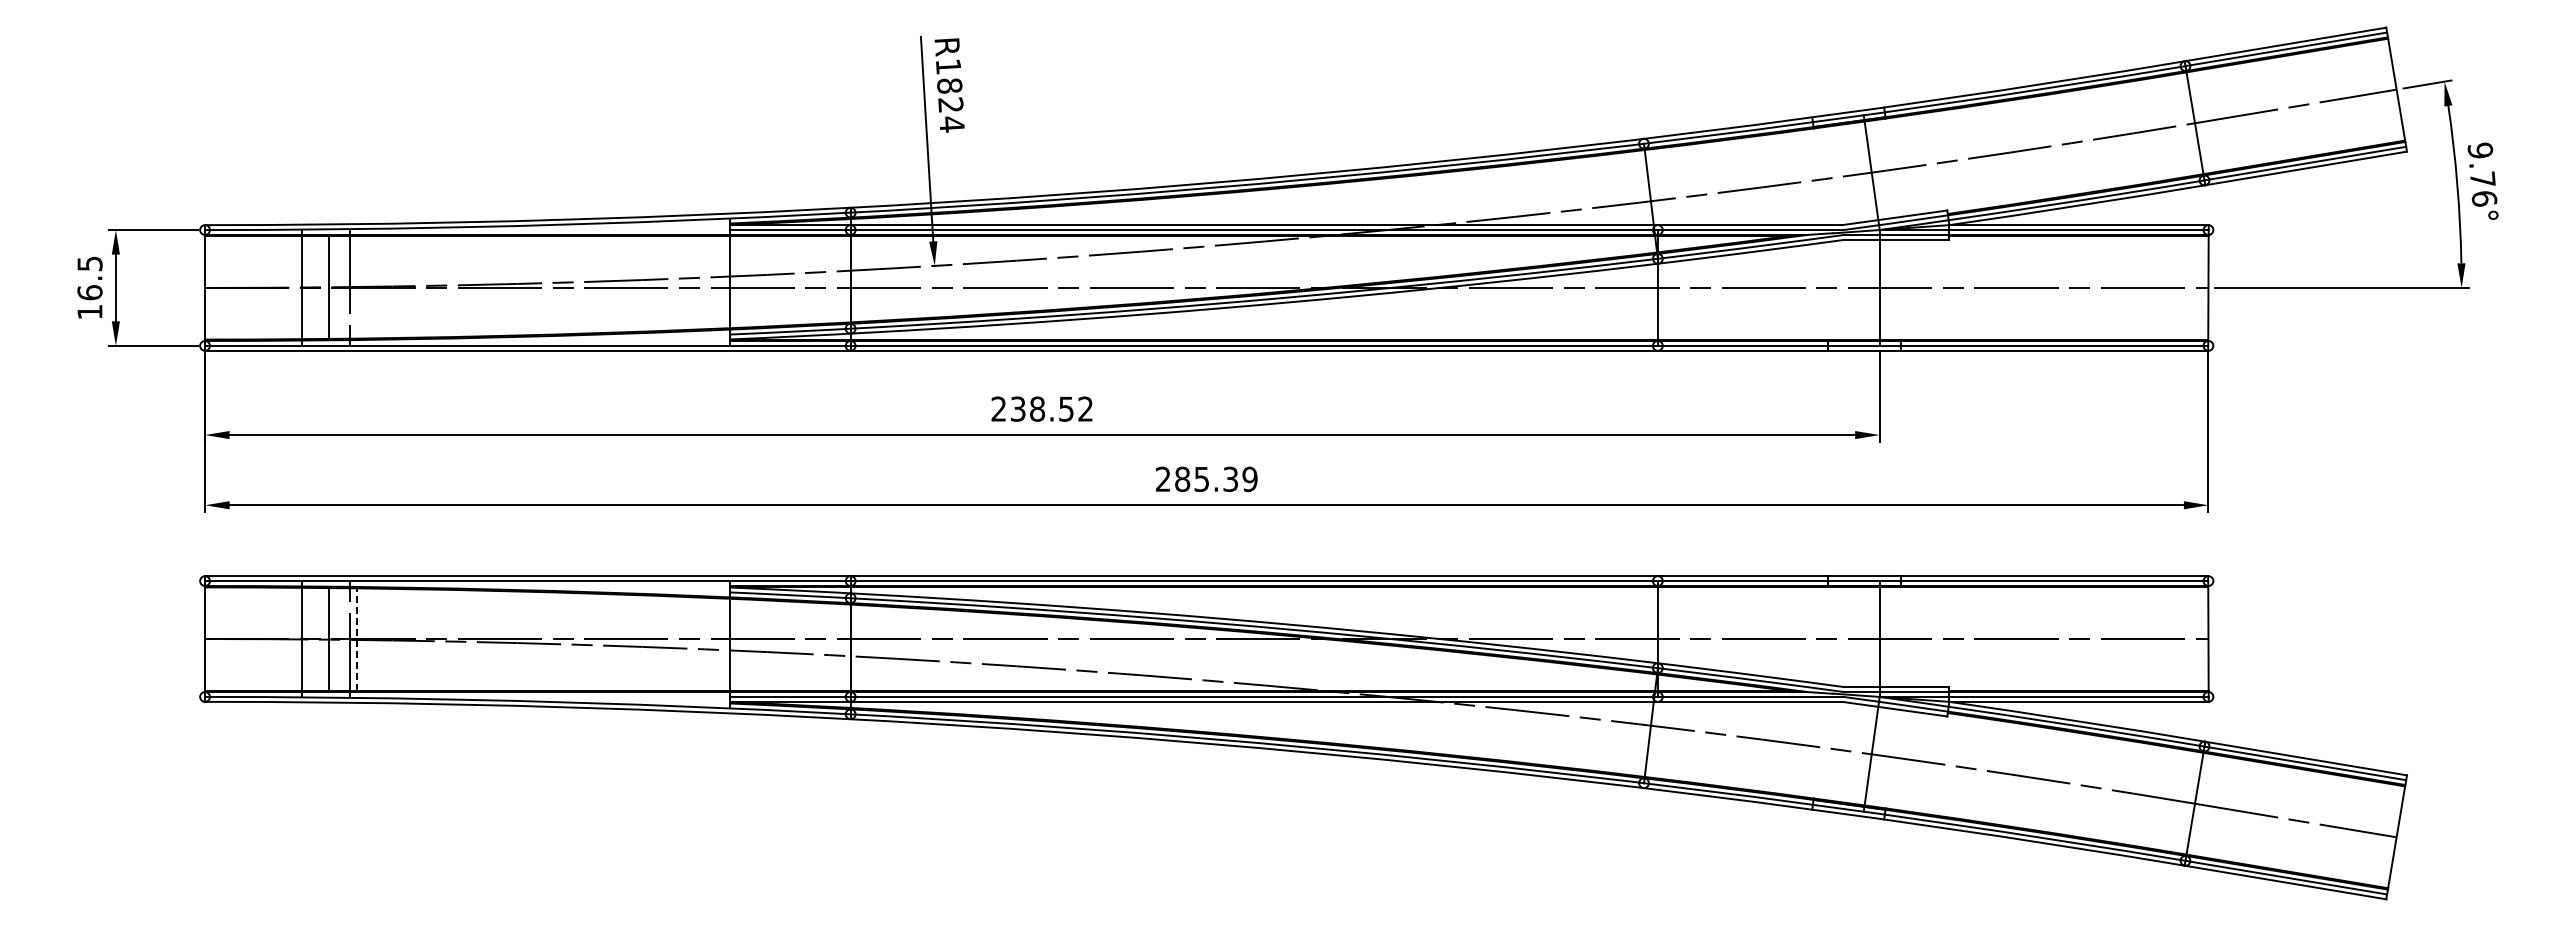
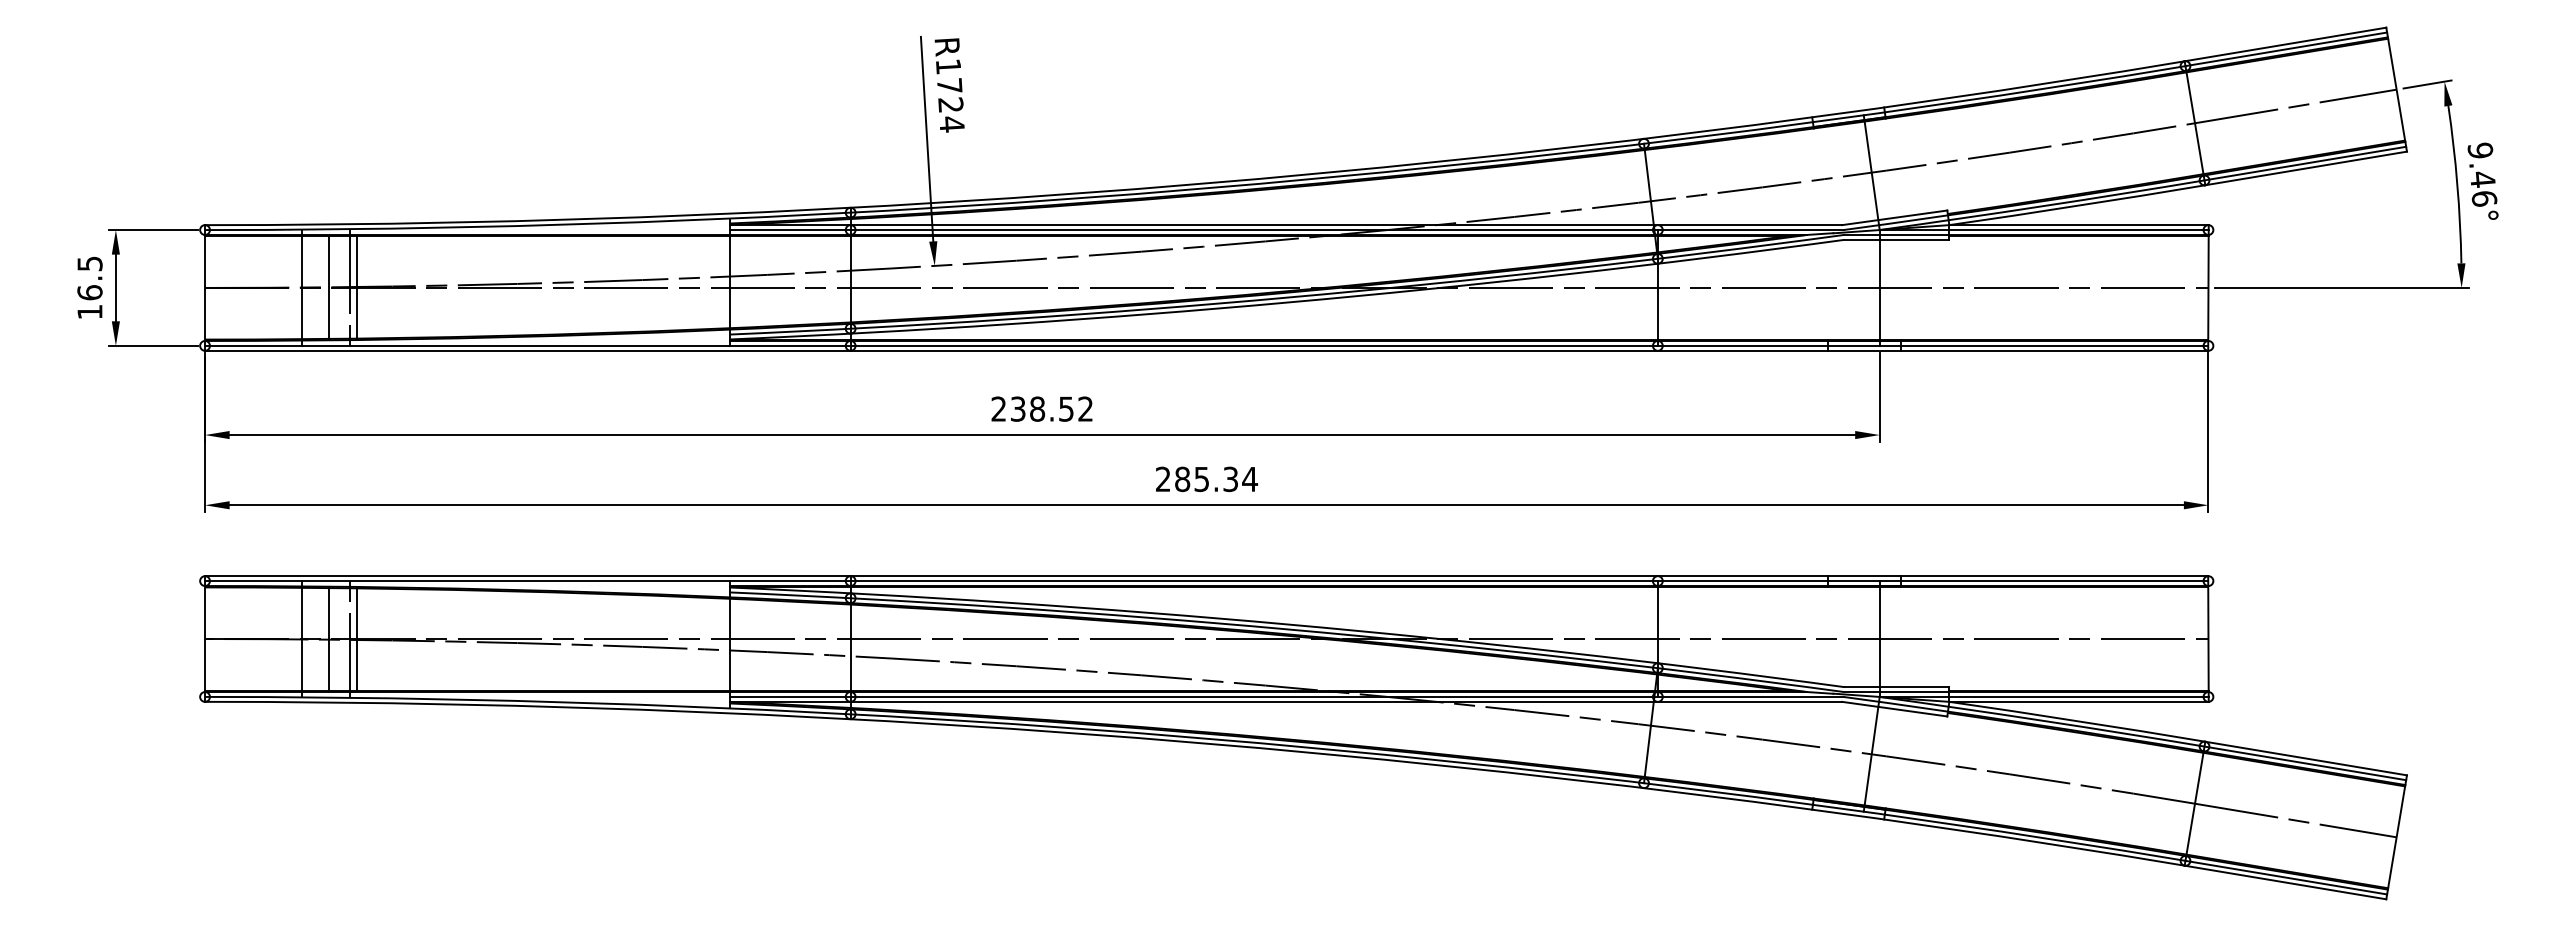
text at (949, 85): R1824 -> R1724
text at (2482, 179): 9.76° -> 9.46°
line at (357, 287): none -> present
text at (1250, 479): 285.39 -> 285.34
line at (357, 639): dashed -> solid
